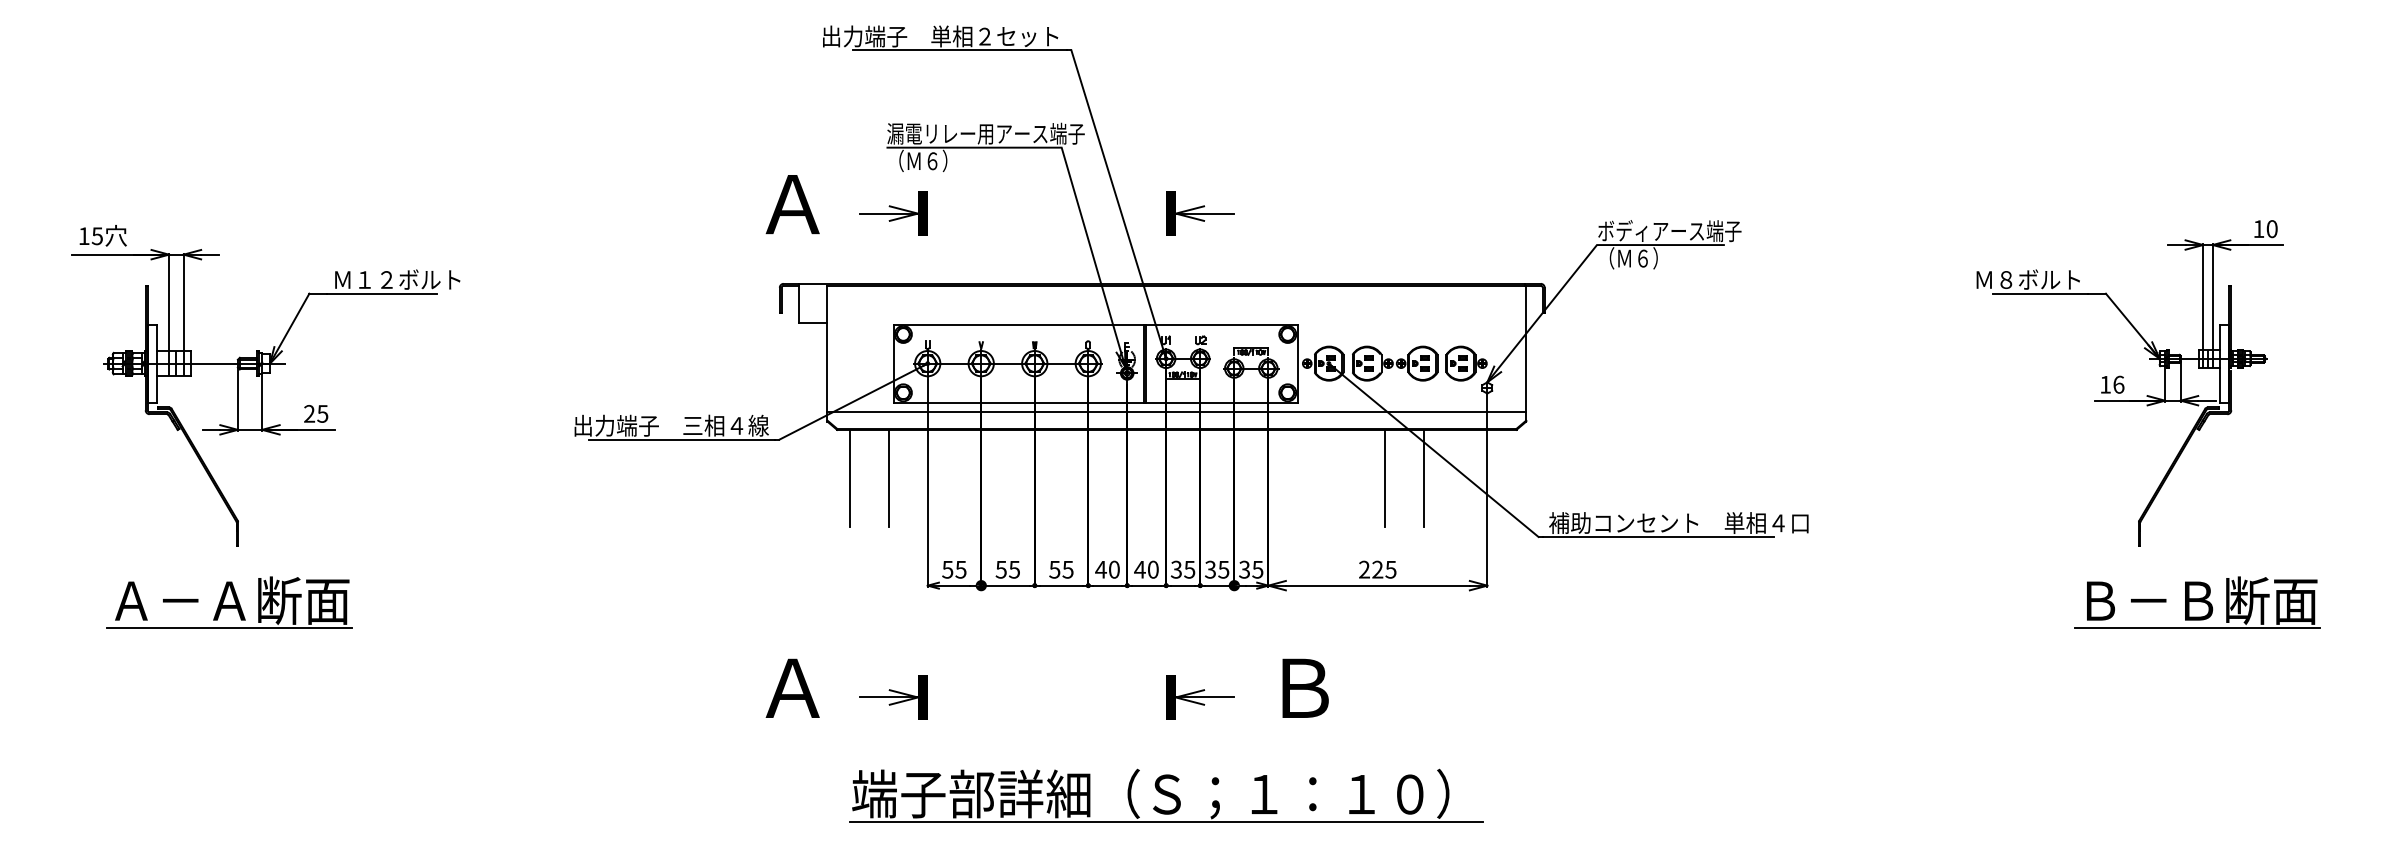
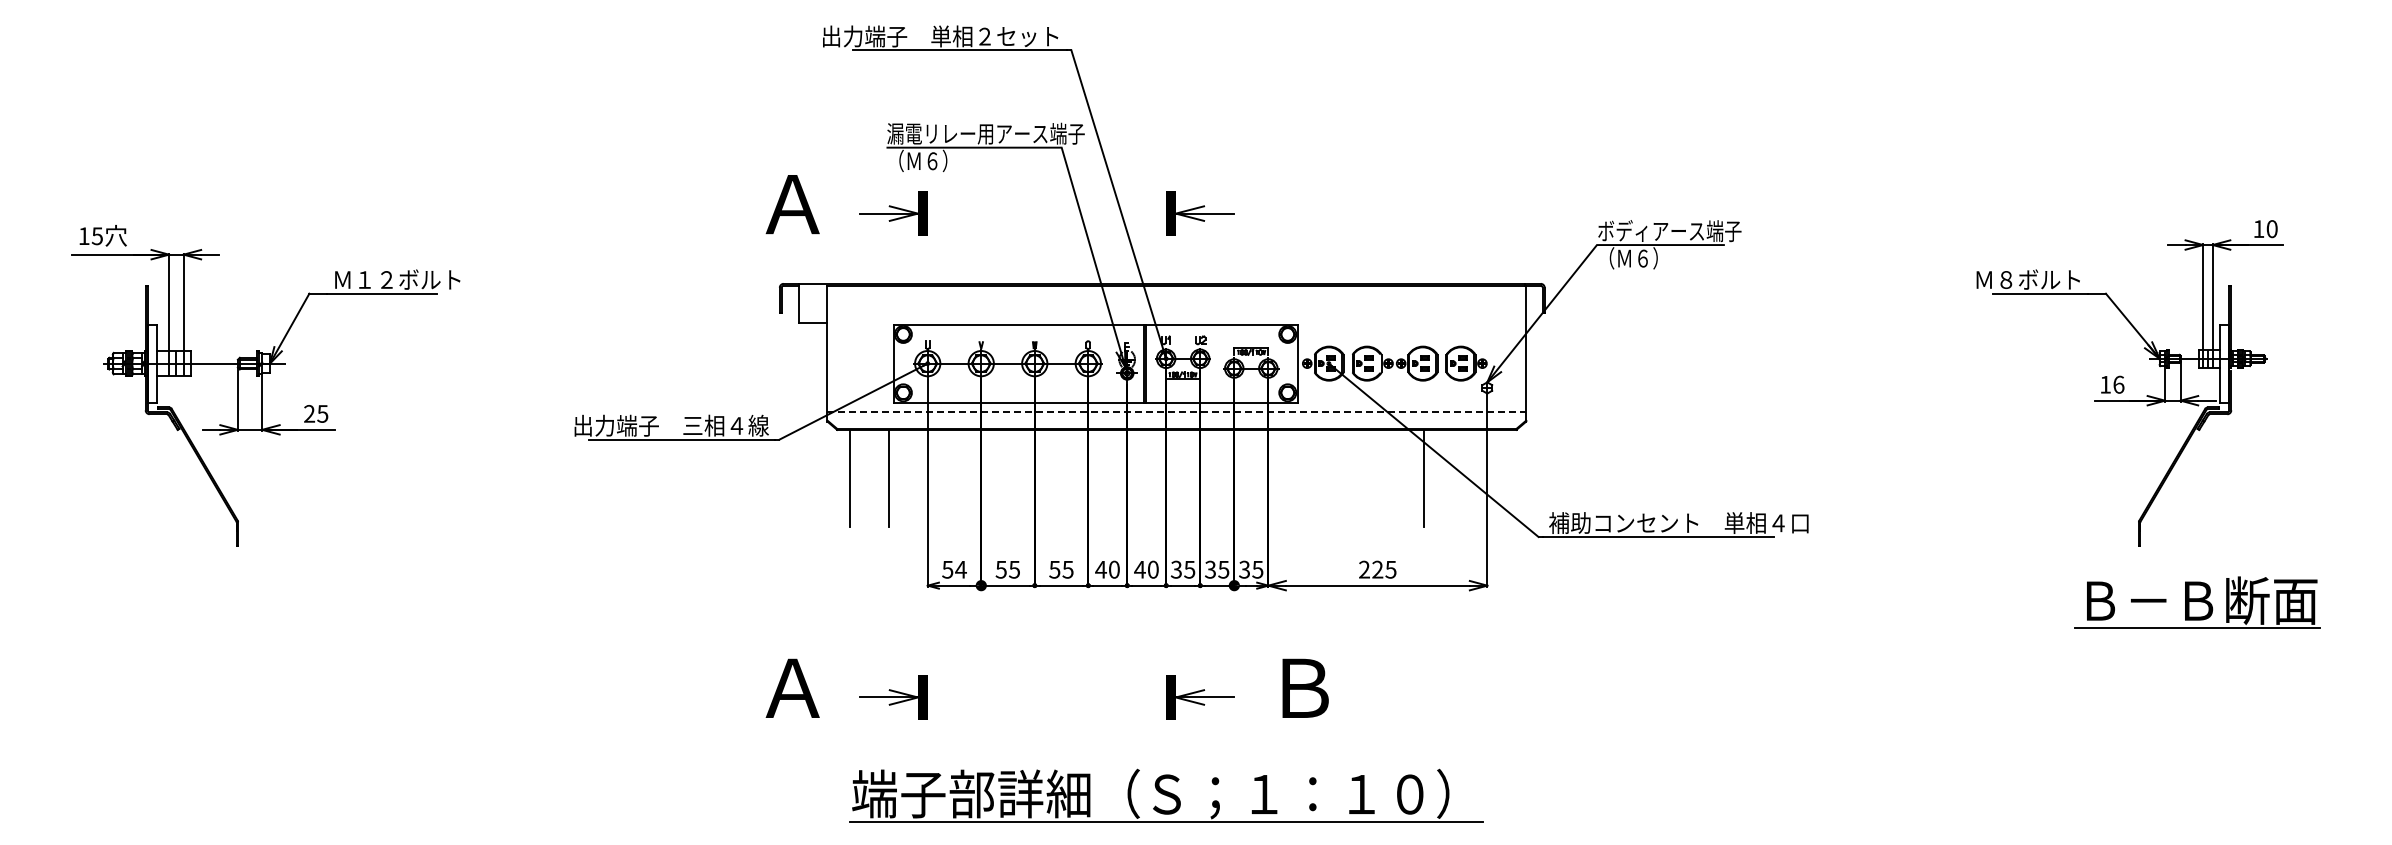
line at (1177, 412): solid -> dashed
line at (1385, 478): present -> none
text at (960, 569): 55 -> 54
part at (229, 602): present -> none
